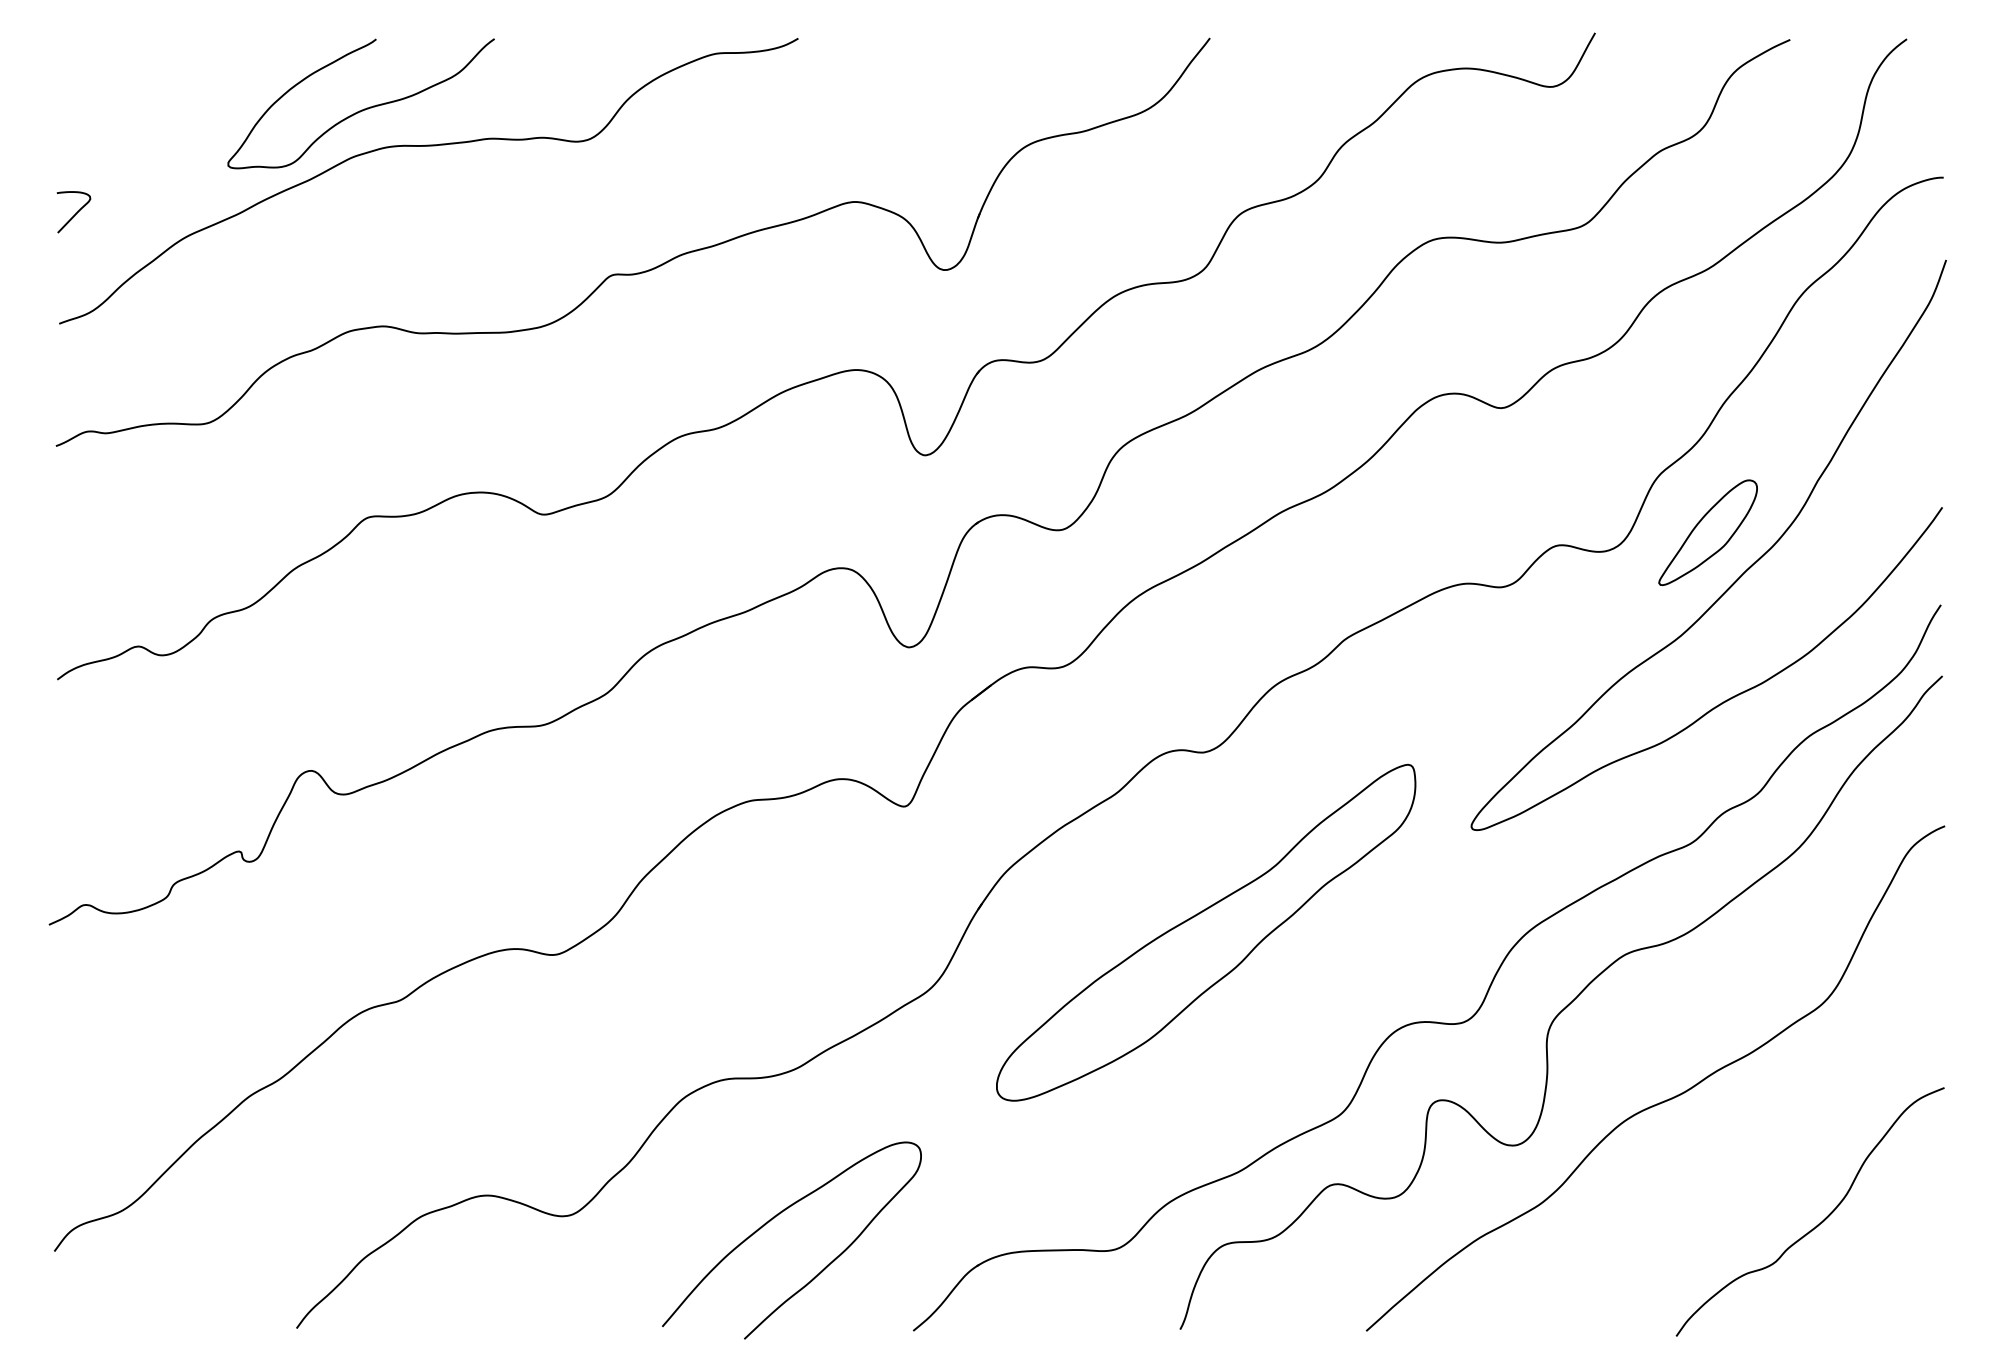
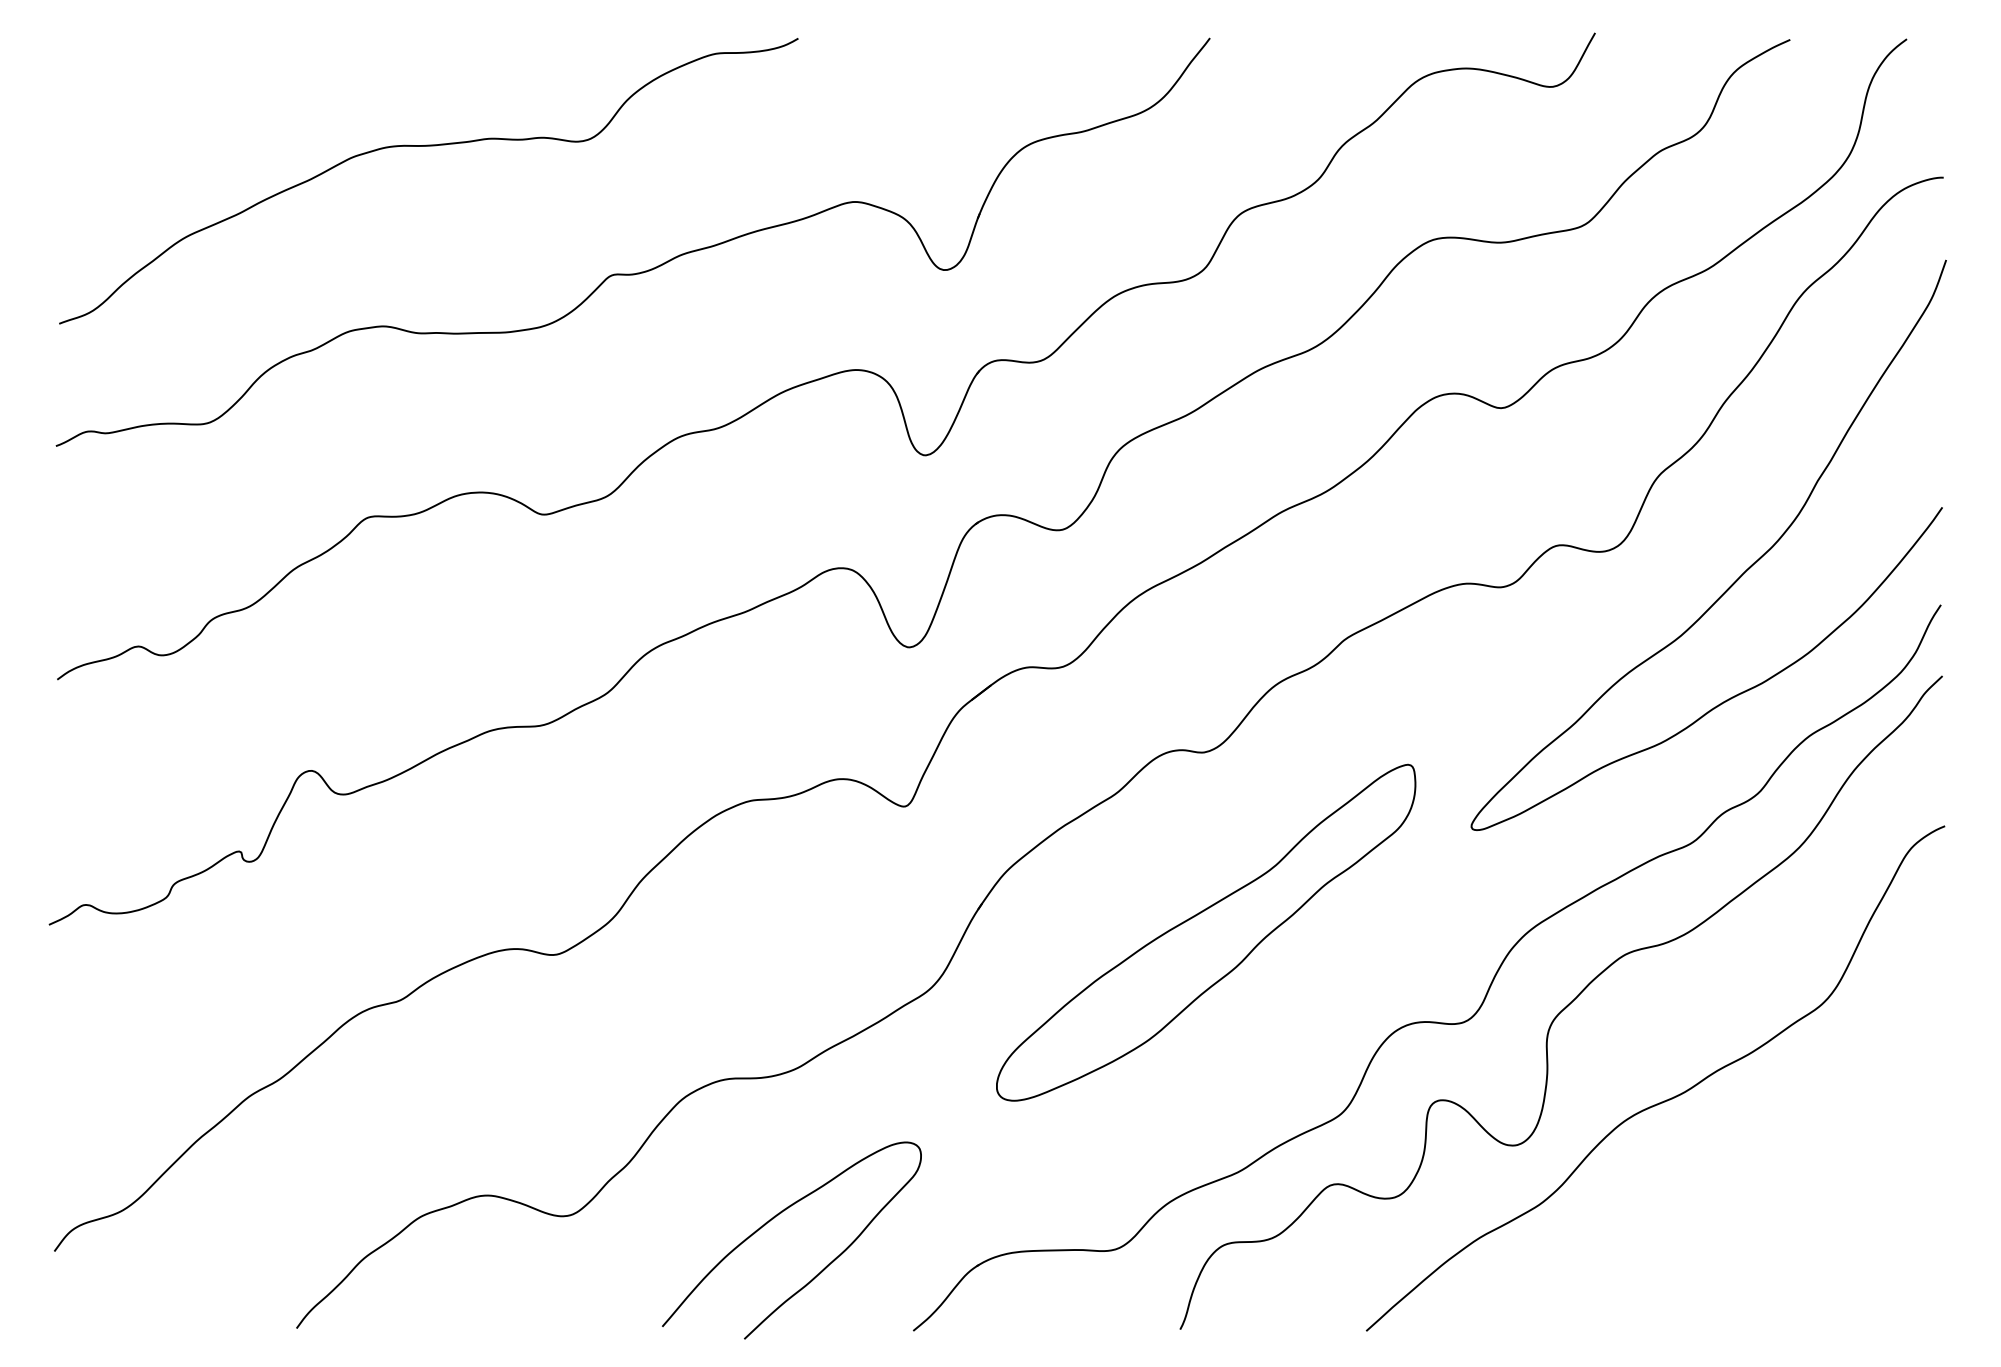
curve at (361, 109): present -> none
curve at (75, 213): present -> none
part at (1707, 532): present -> none
curve at (1818, 1223): present -> none
